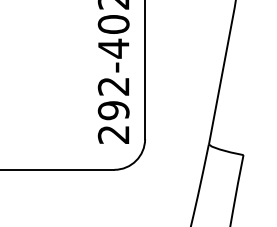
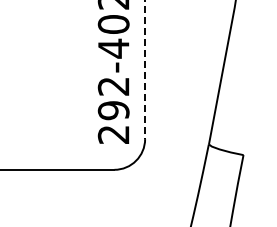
line at (145, 70): solid -> dashed
